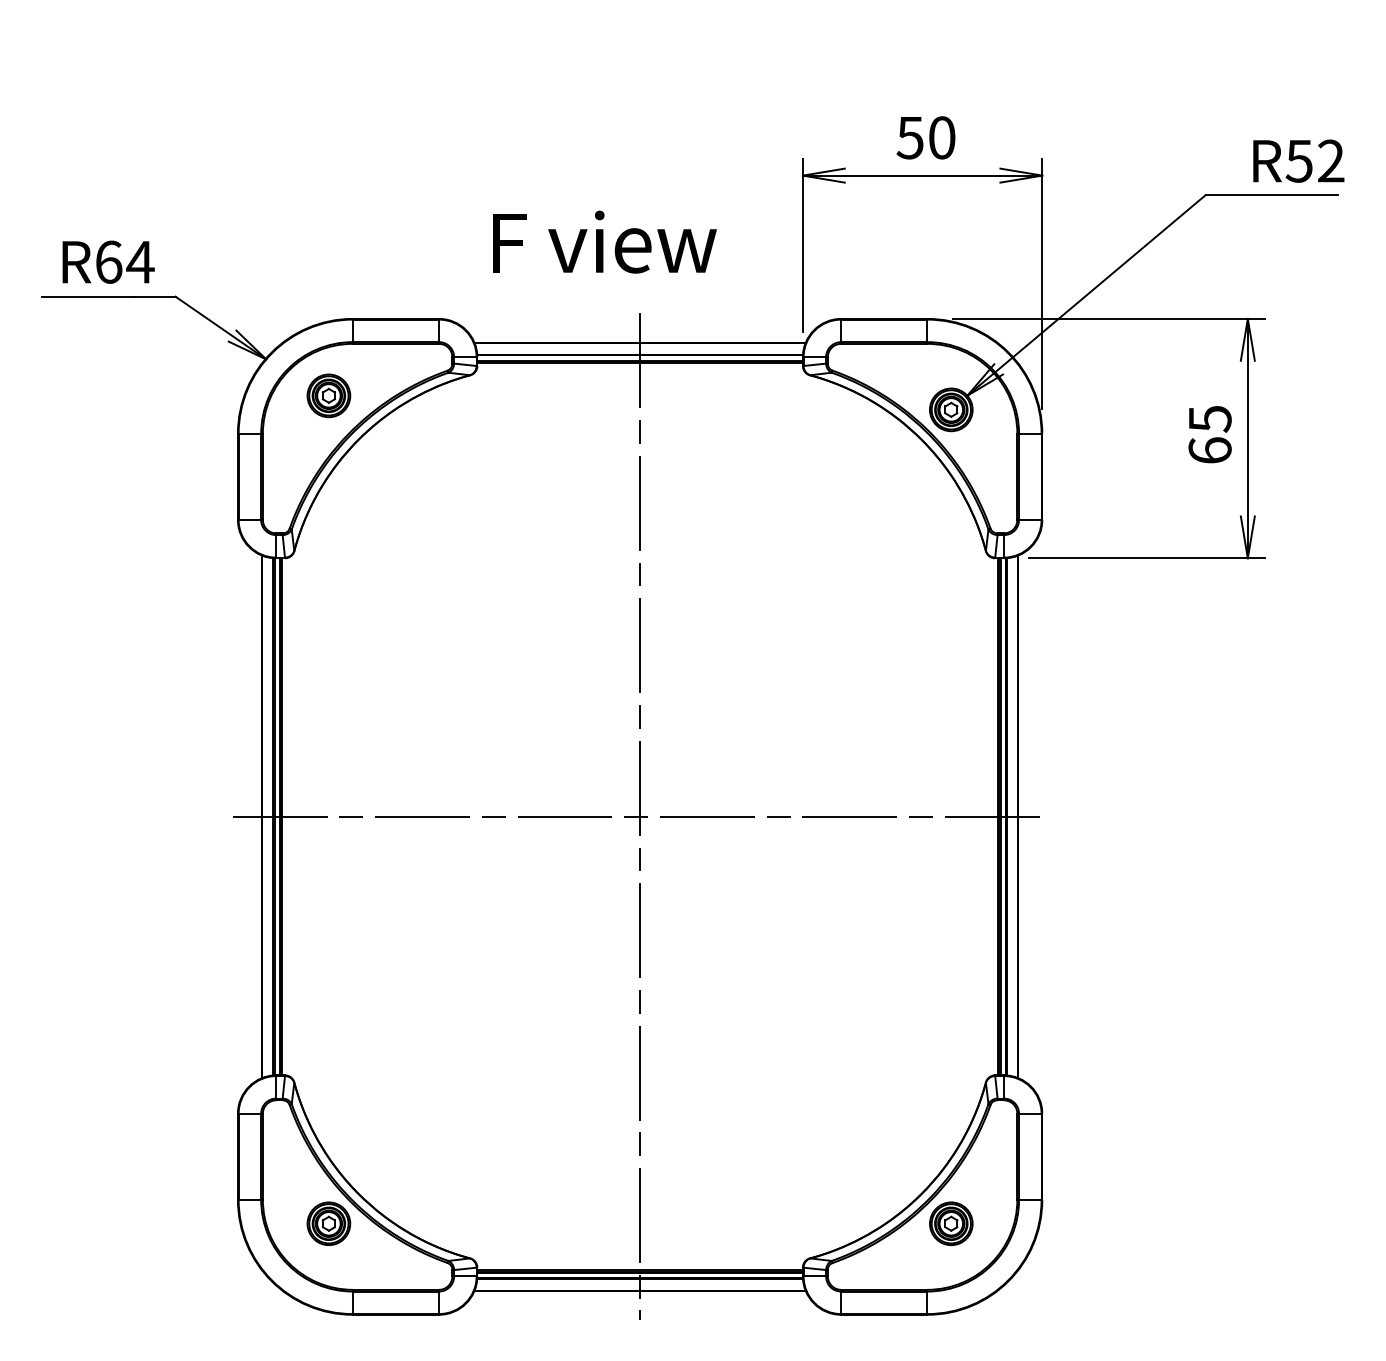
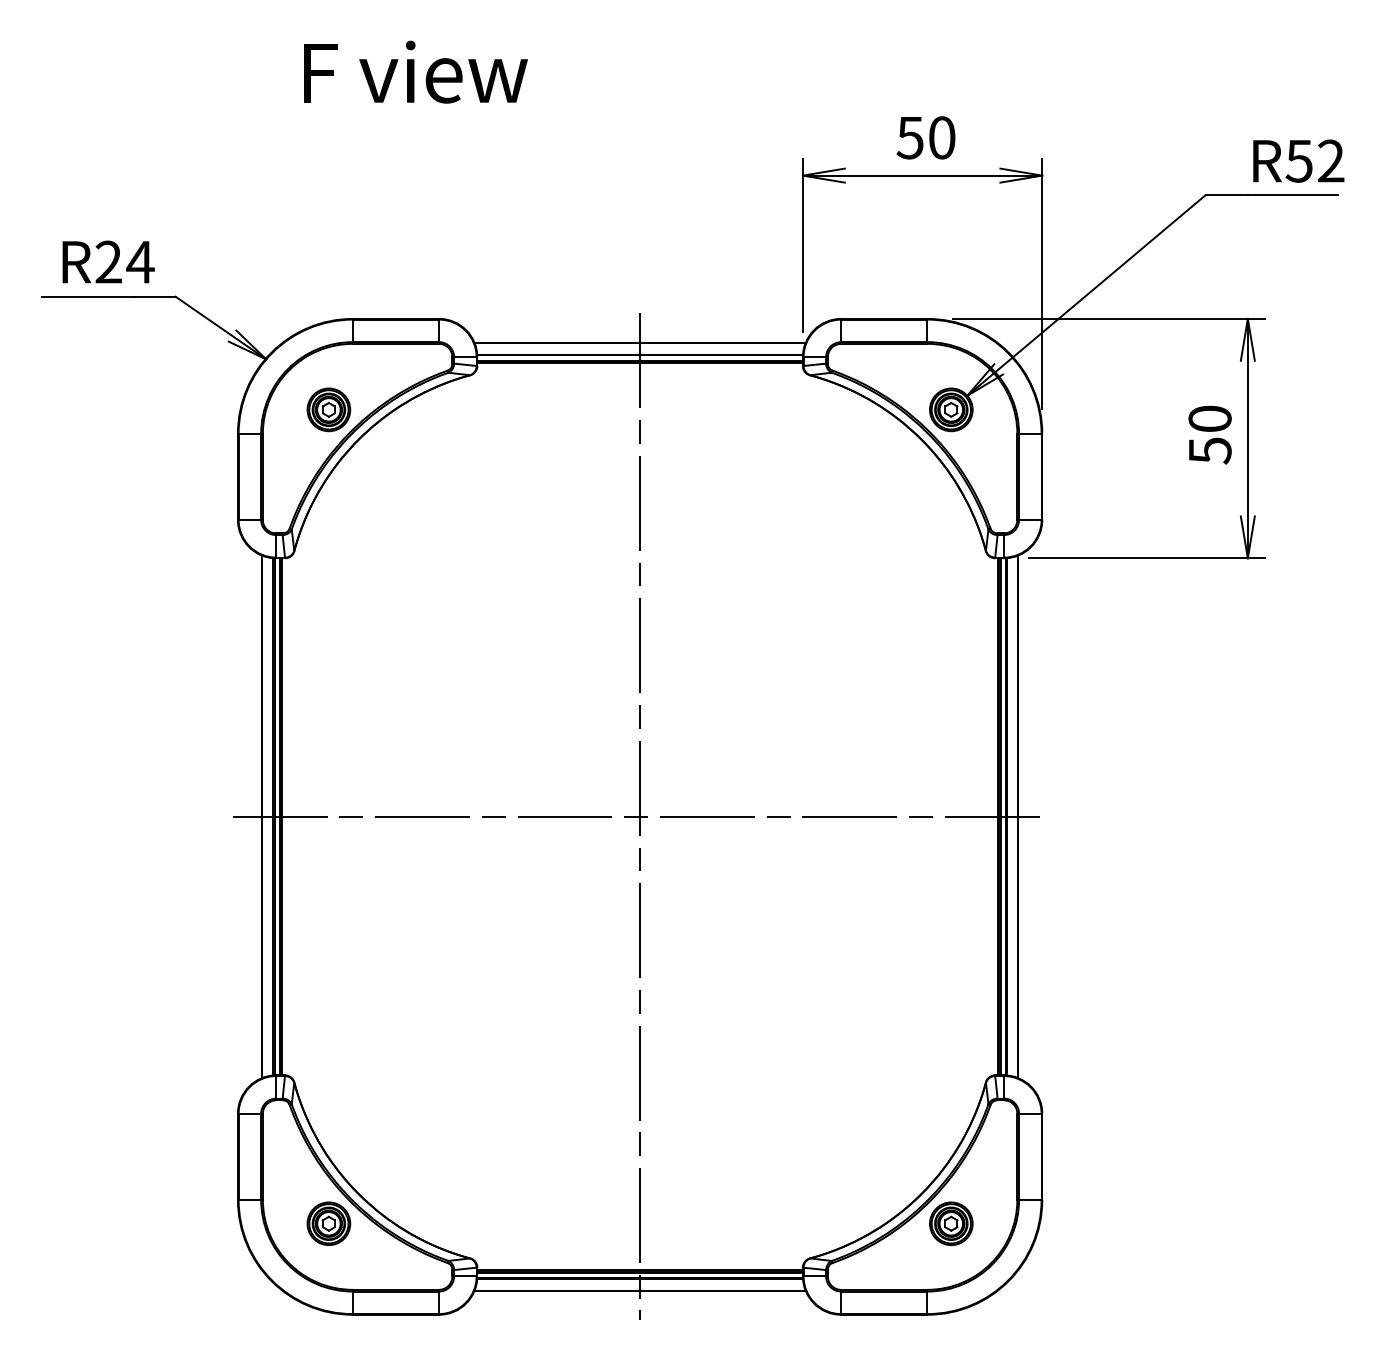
text at (604, 241) position: (604, 241) -> (415, 71)
text at (108, 261): R64 -> R24
part at (328, 395) position: (328, 395) -> (328, 409)
text at (1209, 434): 65 -> 50
